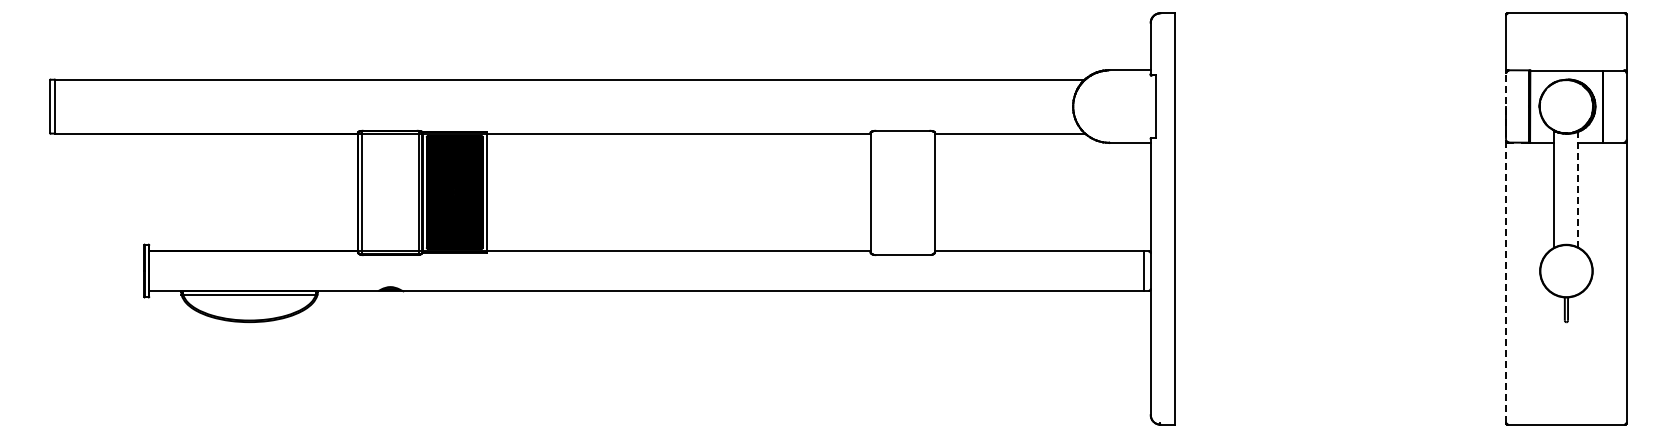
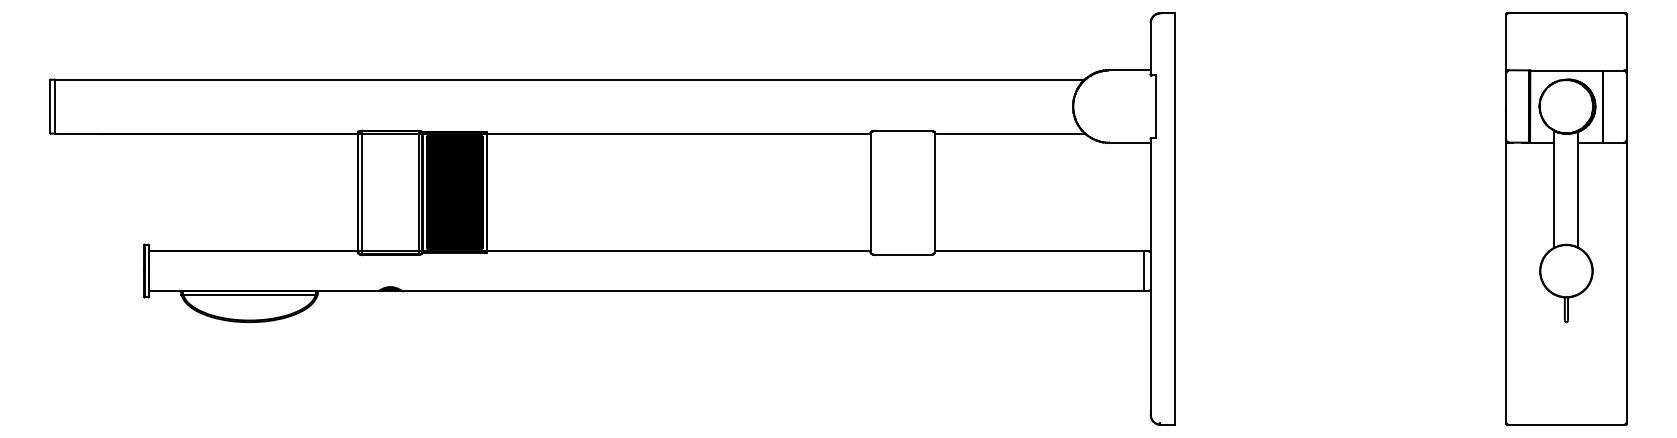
line at (1578, 189): dashed -> solid
line at (1506, 247): dashed -> solid
